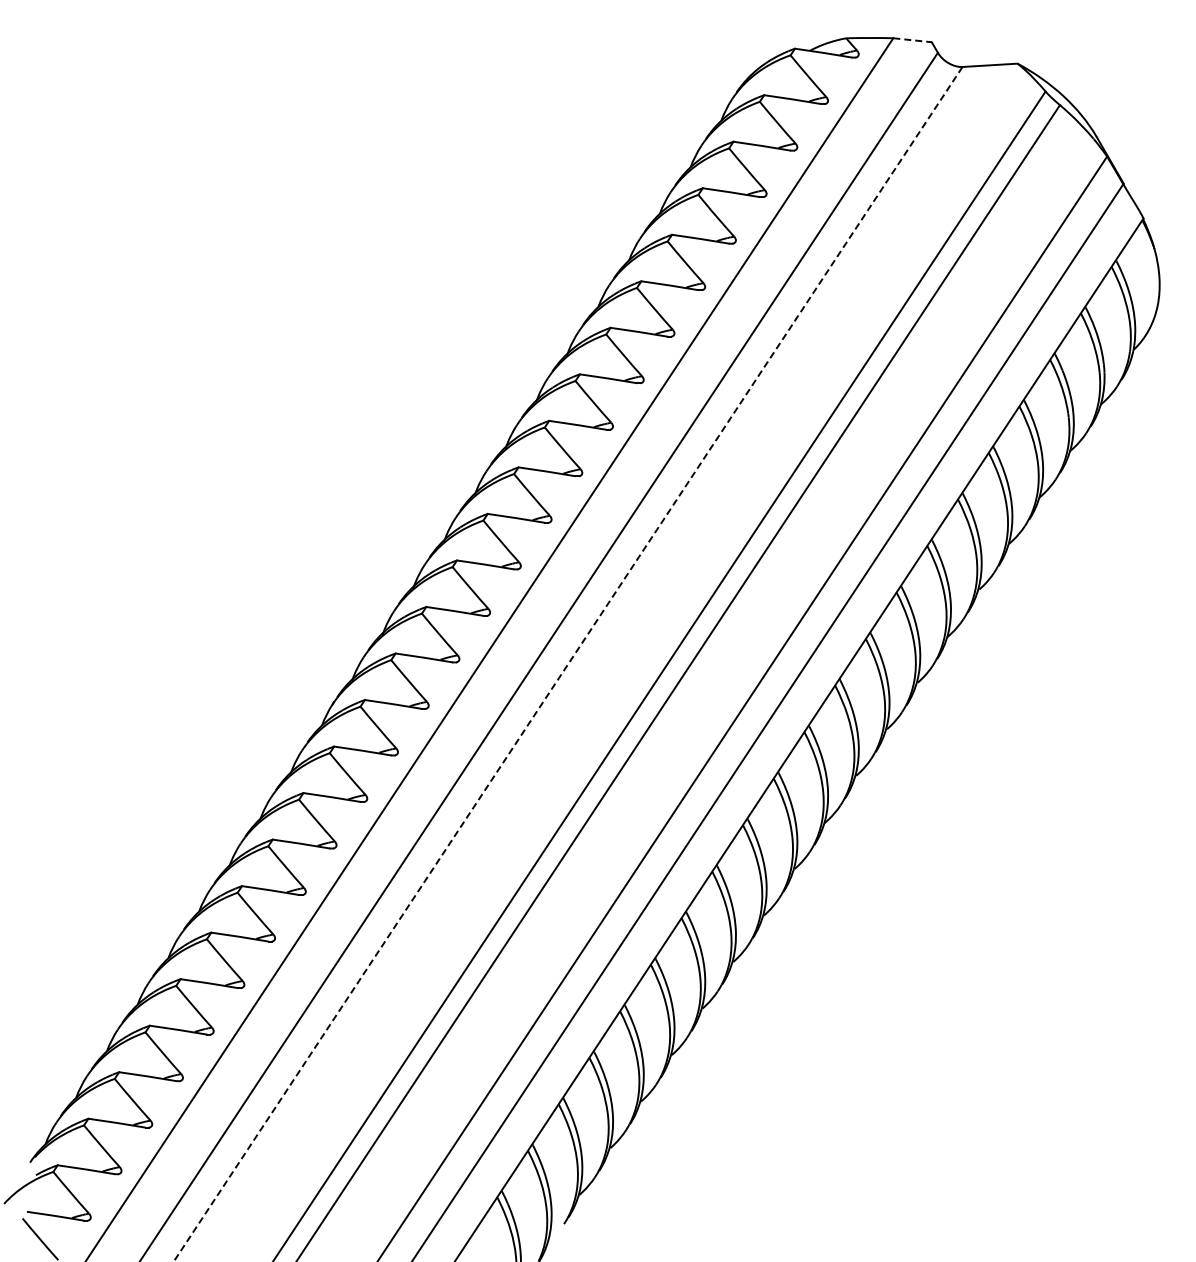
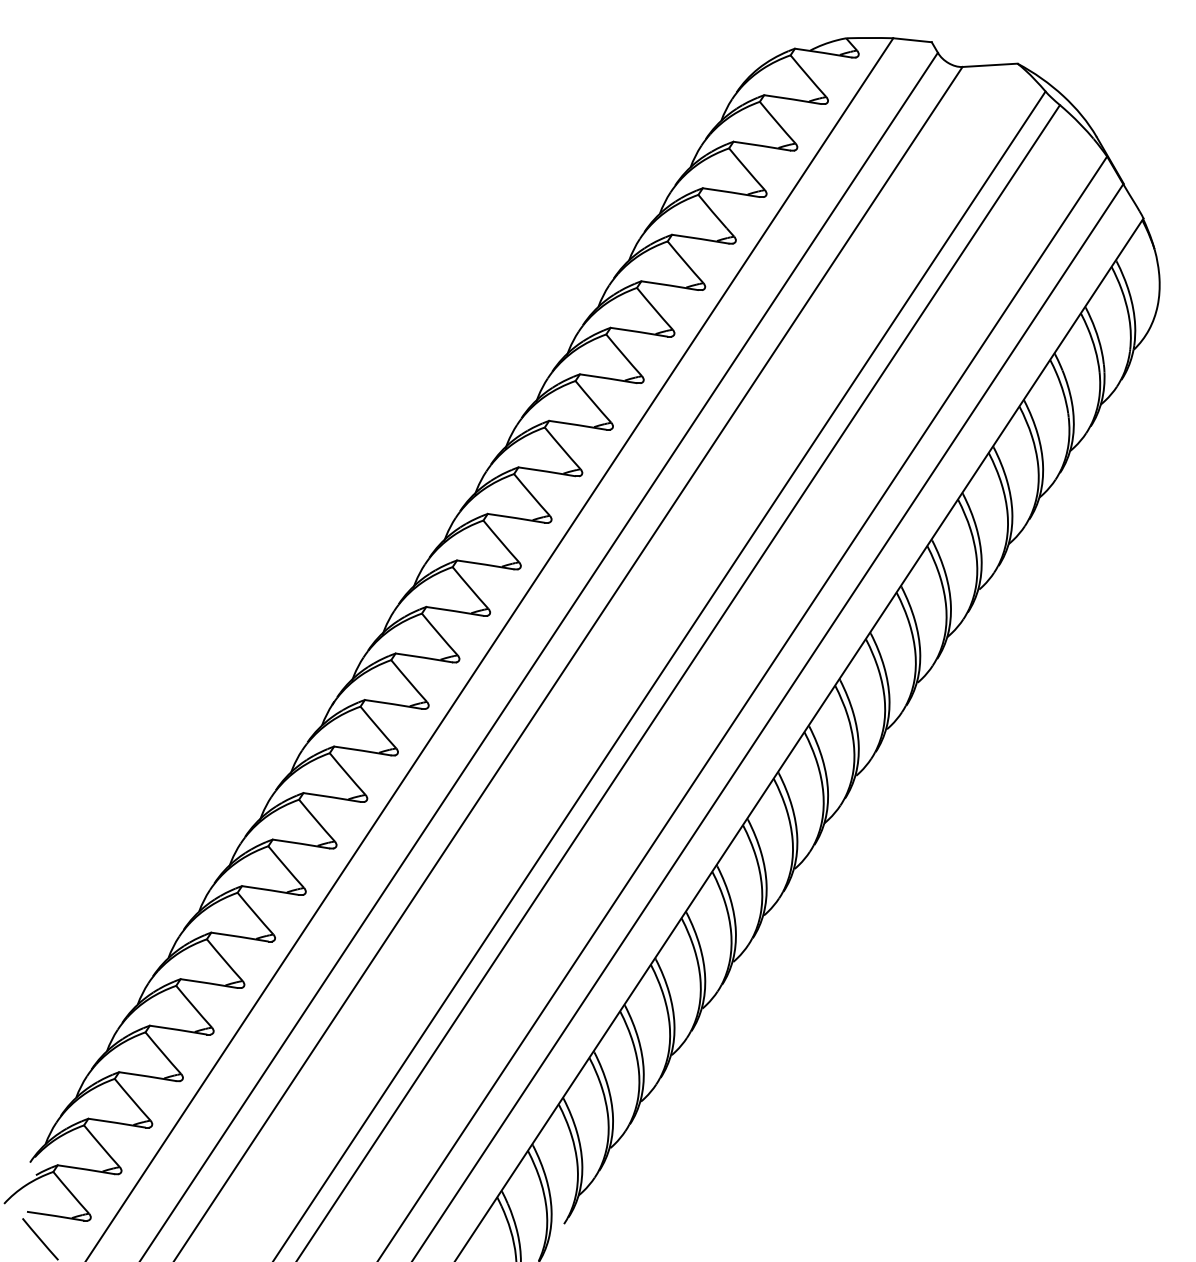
line at (913, 40): dashed -> solid
line at (568, 664): dashed -> solid
